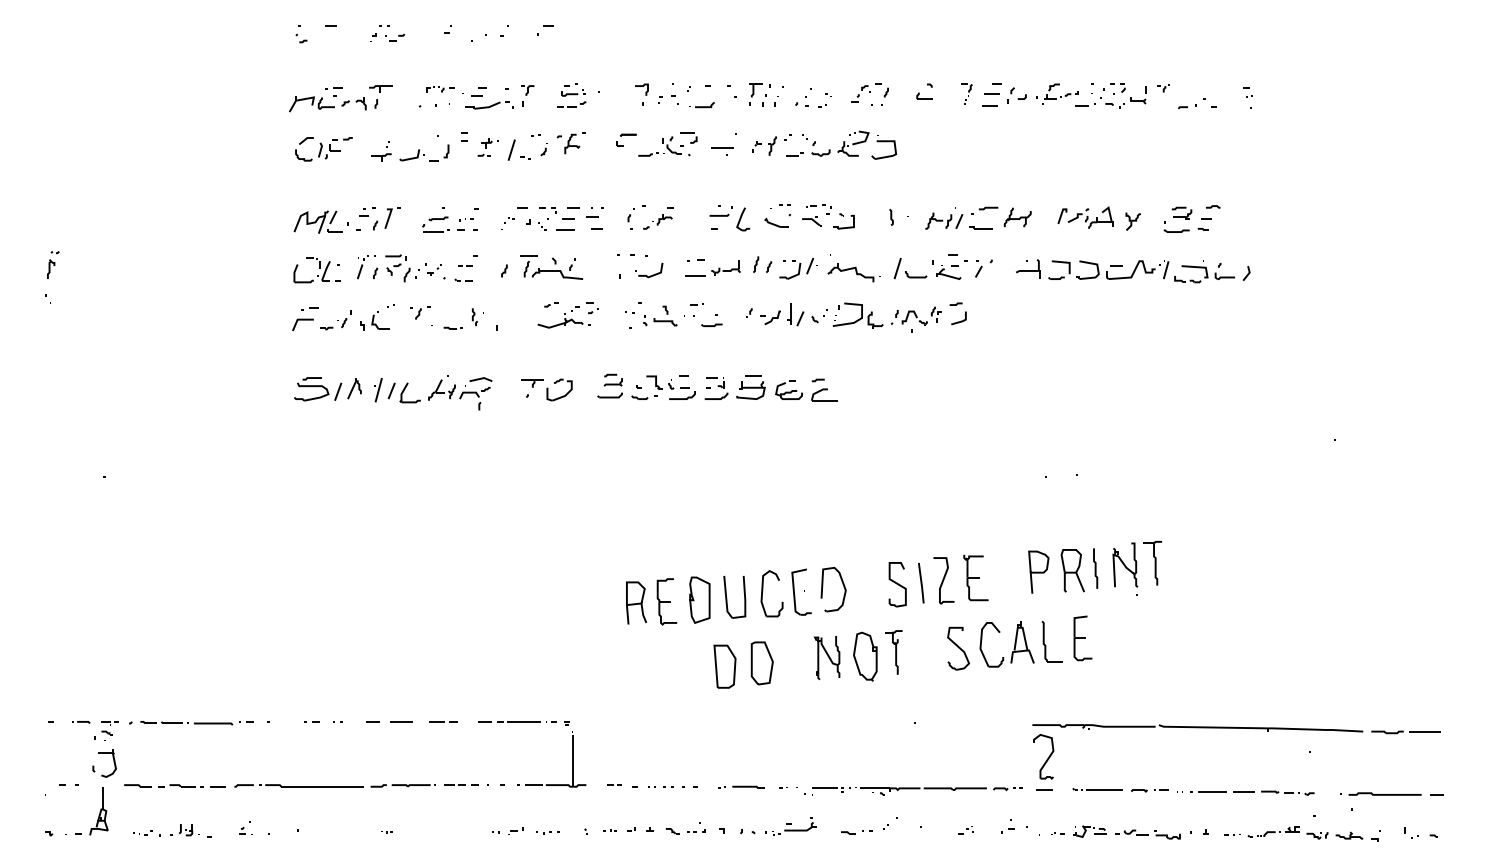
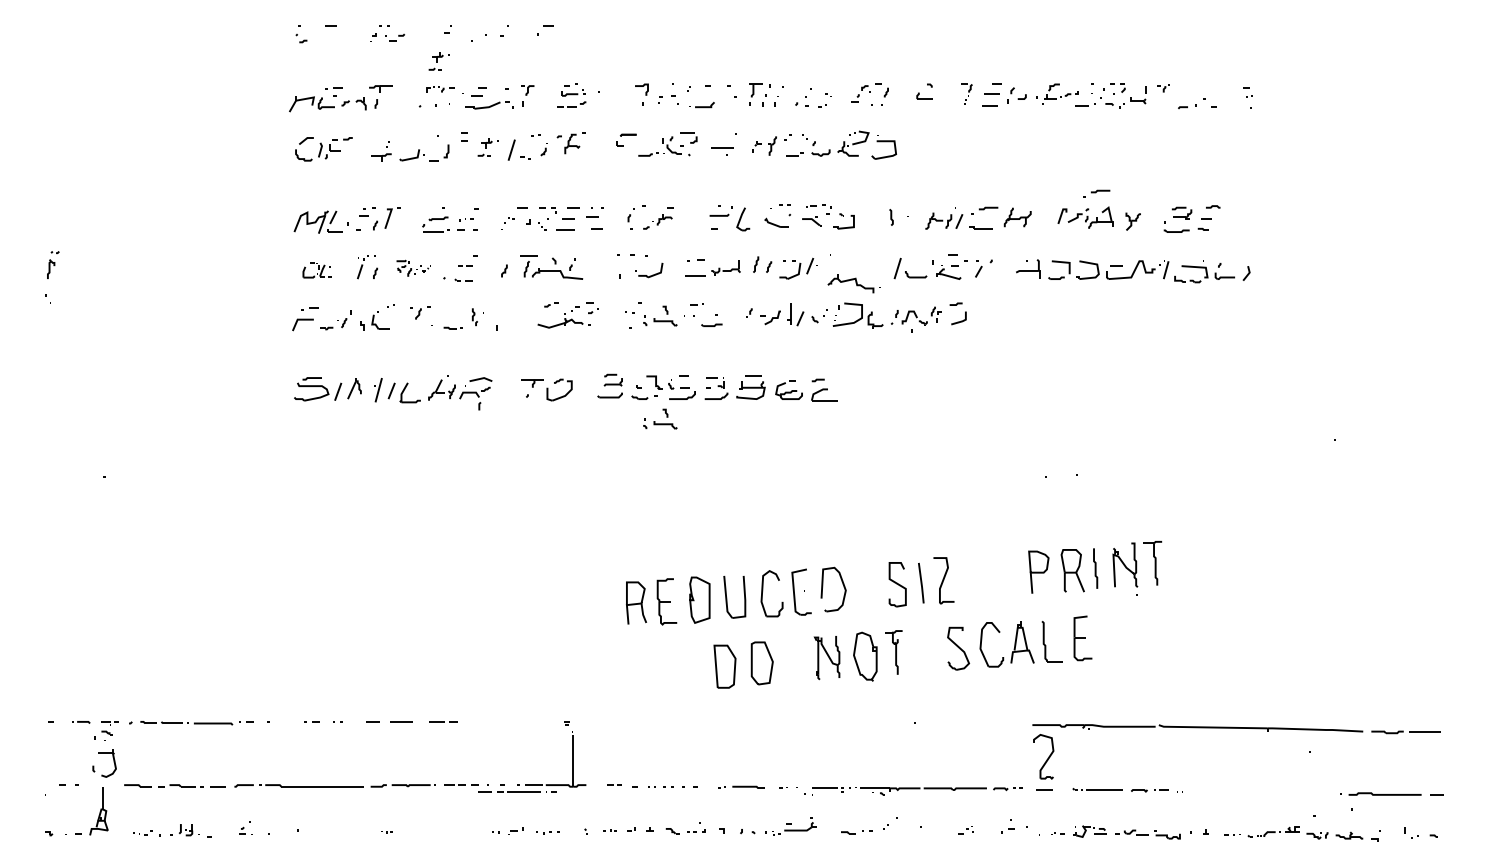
part at (438, 61): none -> present
part at (1096, 193): none -> present
part at (413, 268) size: 57x29 px -> 35x18 px
part at (316, 270) size: 48x27 px -> 30x17 px
part at (853, 272) position: (853, 272) -> (853, 283)
part at (660, 418): none -> present
part at (975, 577): present -> none
line at (517, 721) position: (517, 721) -> (517, 791)
part at (1252, 792): present -> none
